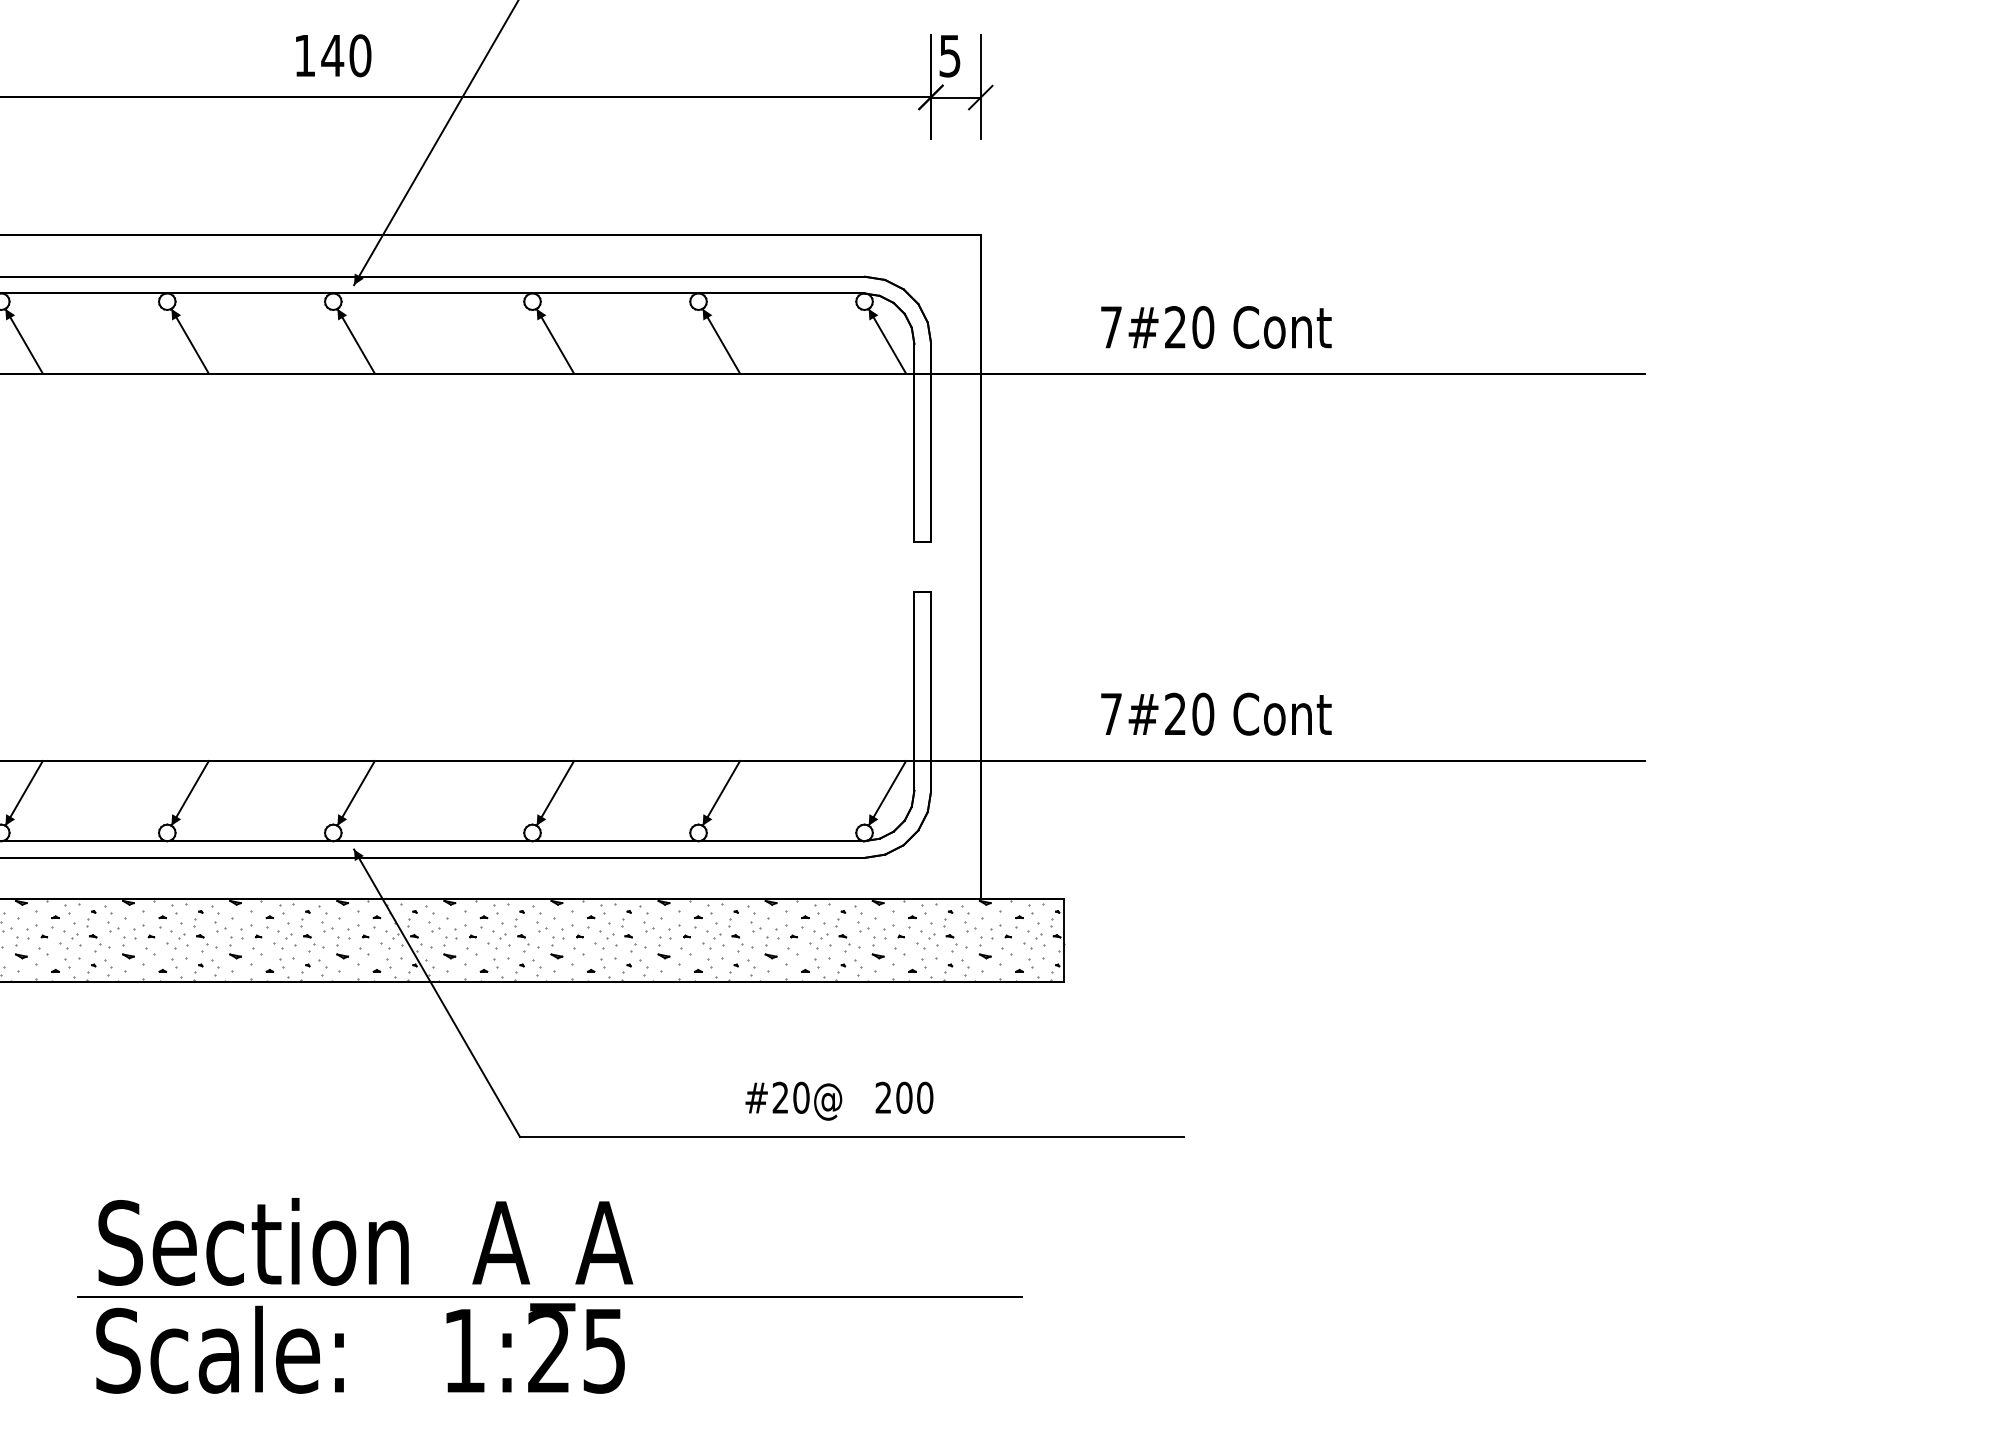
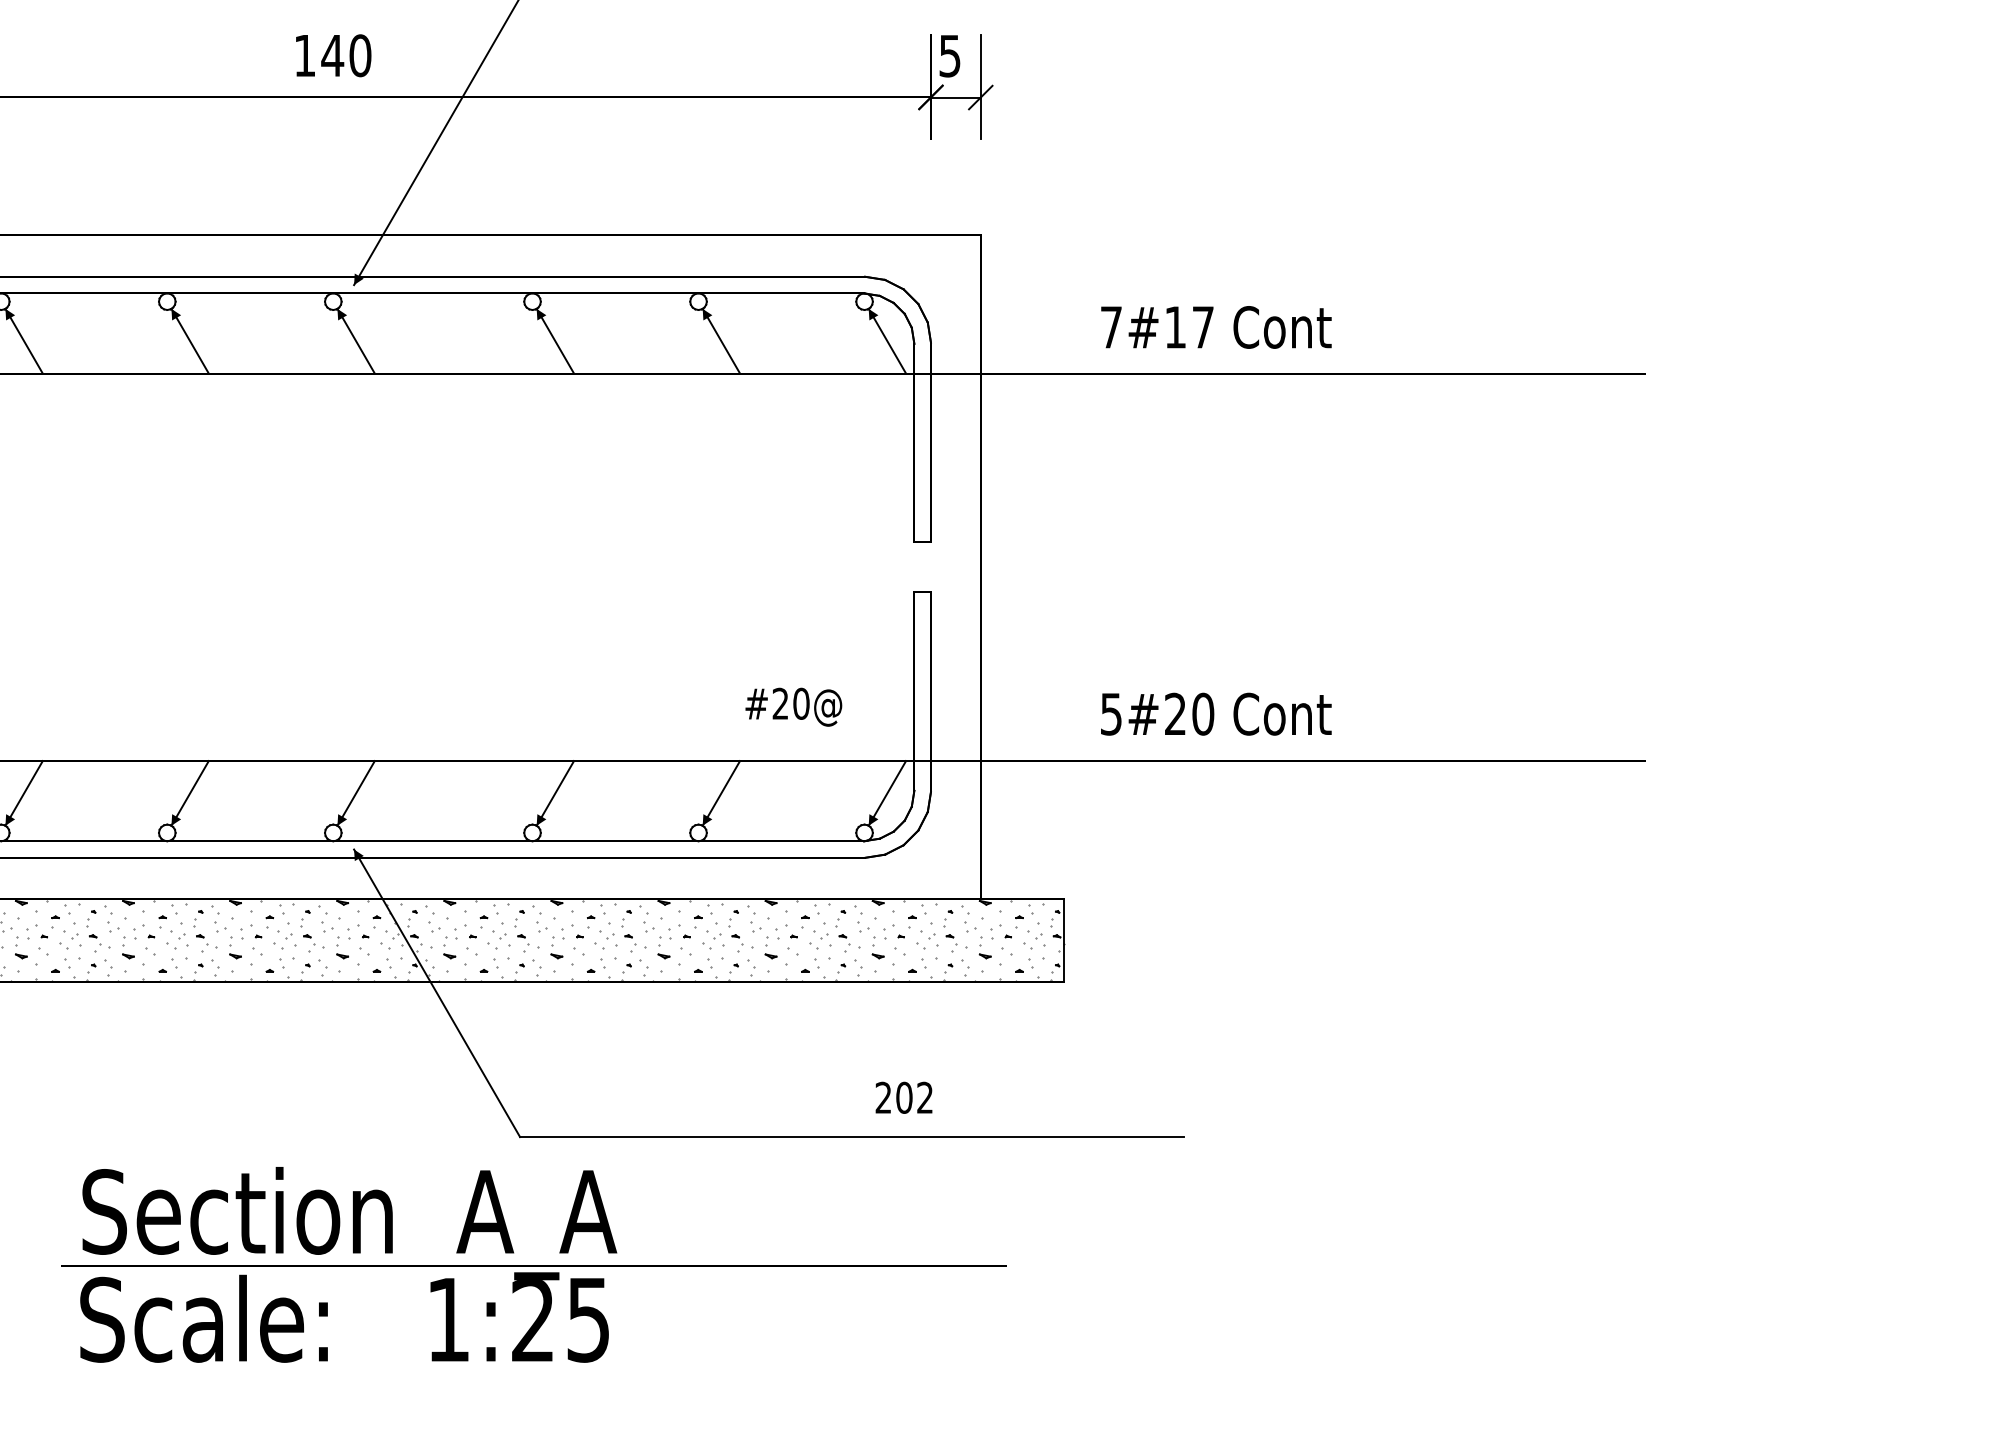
text at (1189, 327): 7#20 -> 7#17
text at (1111, 714): 7#20 -> 5#20
text at (925, 1097): 200 -> 202
text at (793, 1100) position: (793, 1100) -> (793, 706)
part at (549, 1295) position: (549, 1295) -> (533, 1264)
